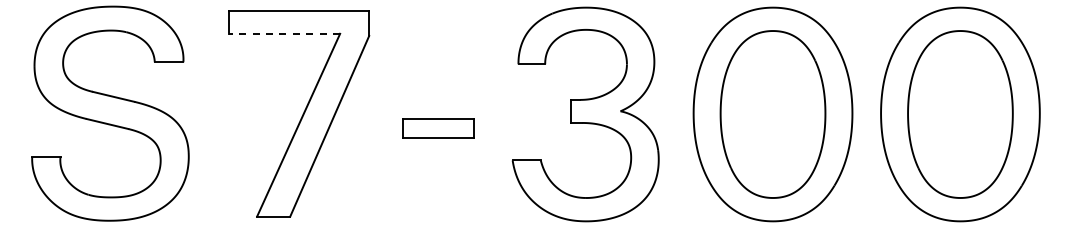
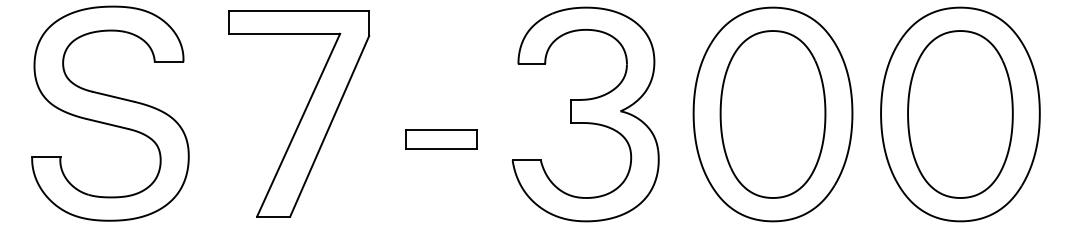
line at (284, 33): dashed -> solid
part at (438, 128) position: (438, 128) -> (441, 139)
